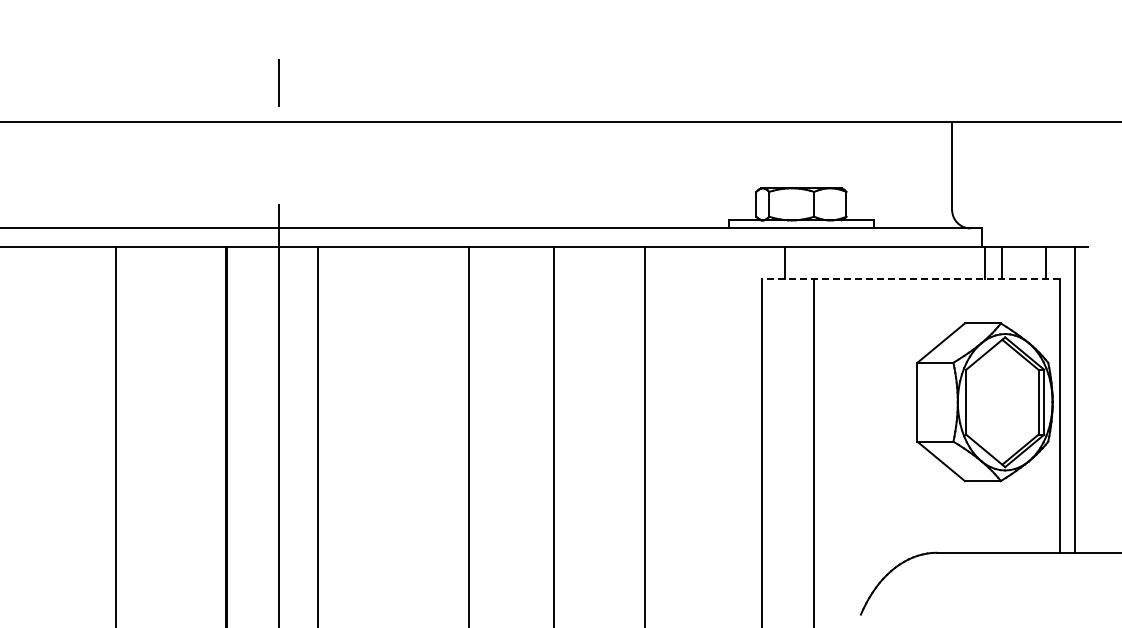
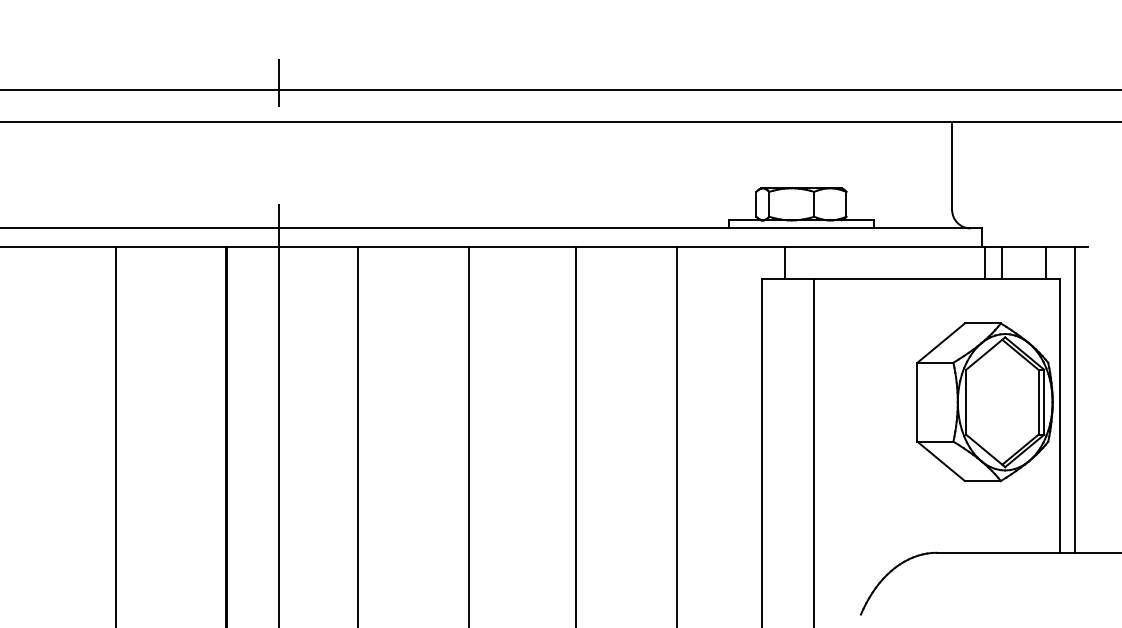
line at (560, 89): none -> present
line at (910, 279): dashed -> solid
line at (318, 435) position: (318, 435) -> (358, 435)
line at (553, 435) position: (553, 435) -> (575, 435)
line at (644, 435) position: (644, 435) -> (676, 435)
